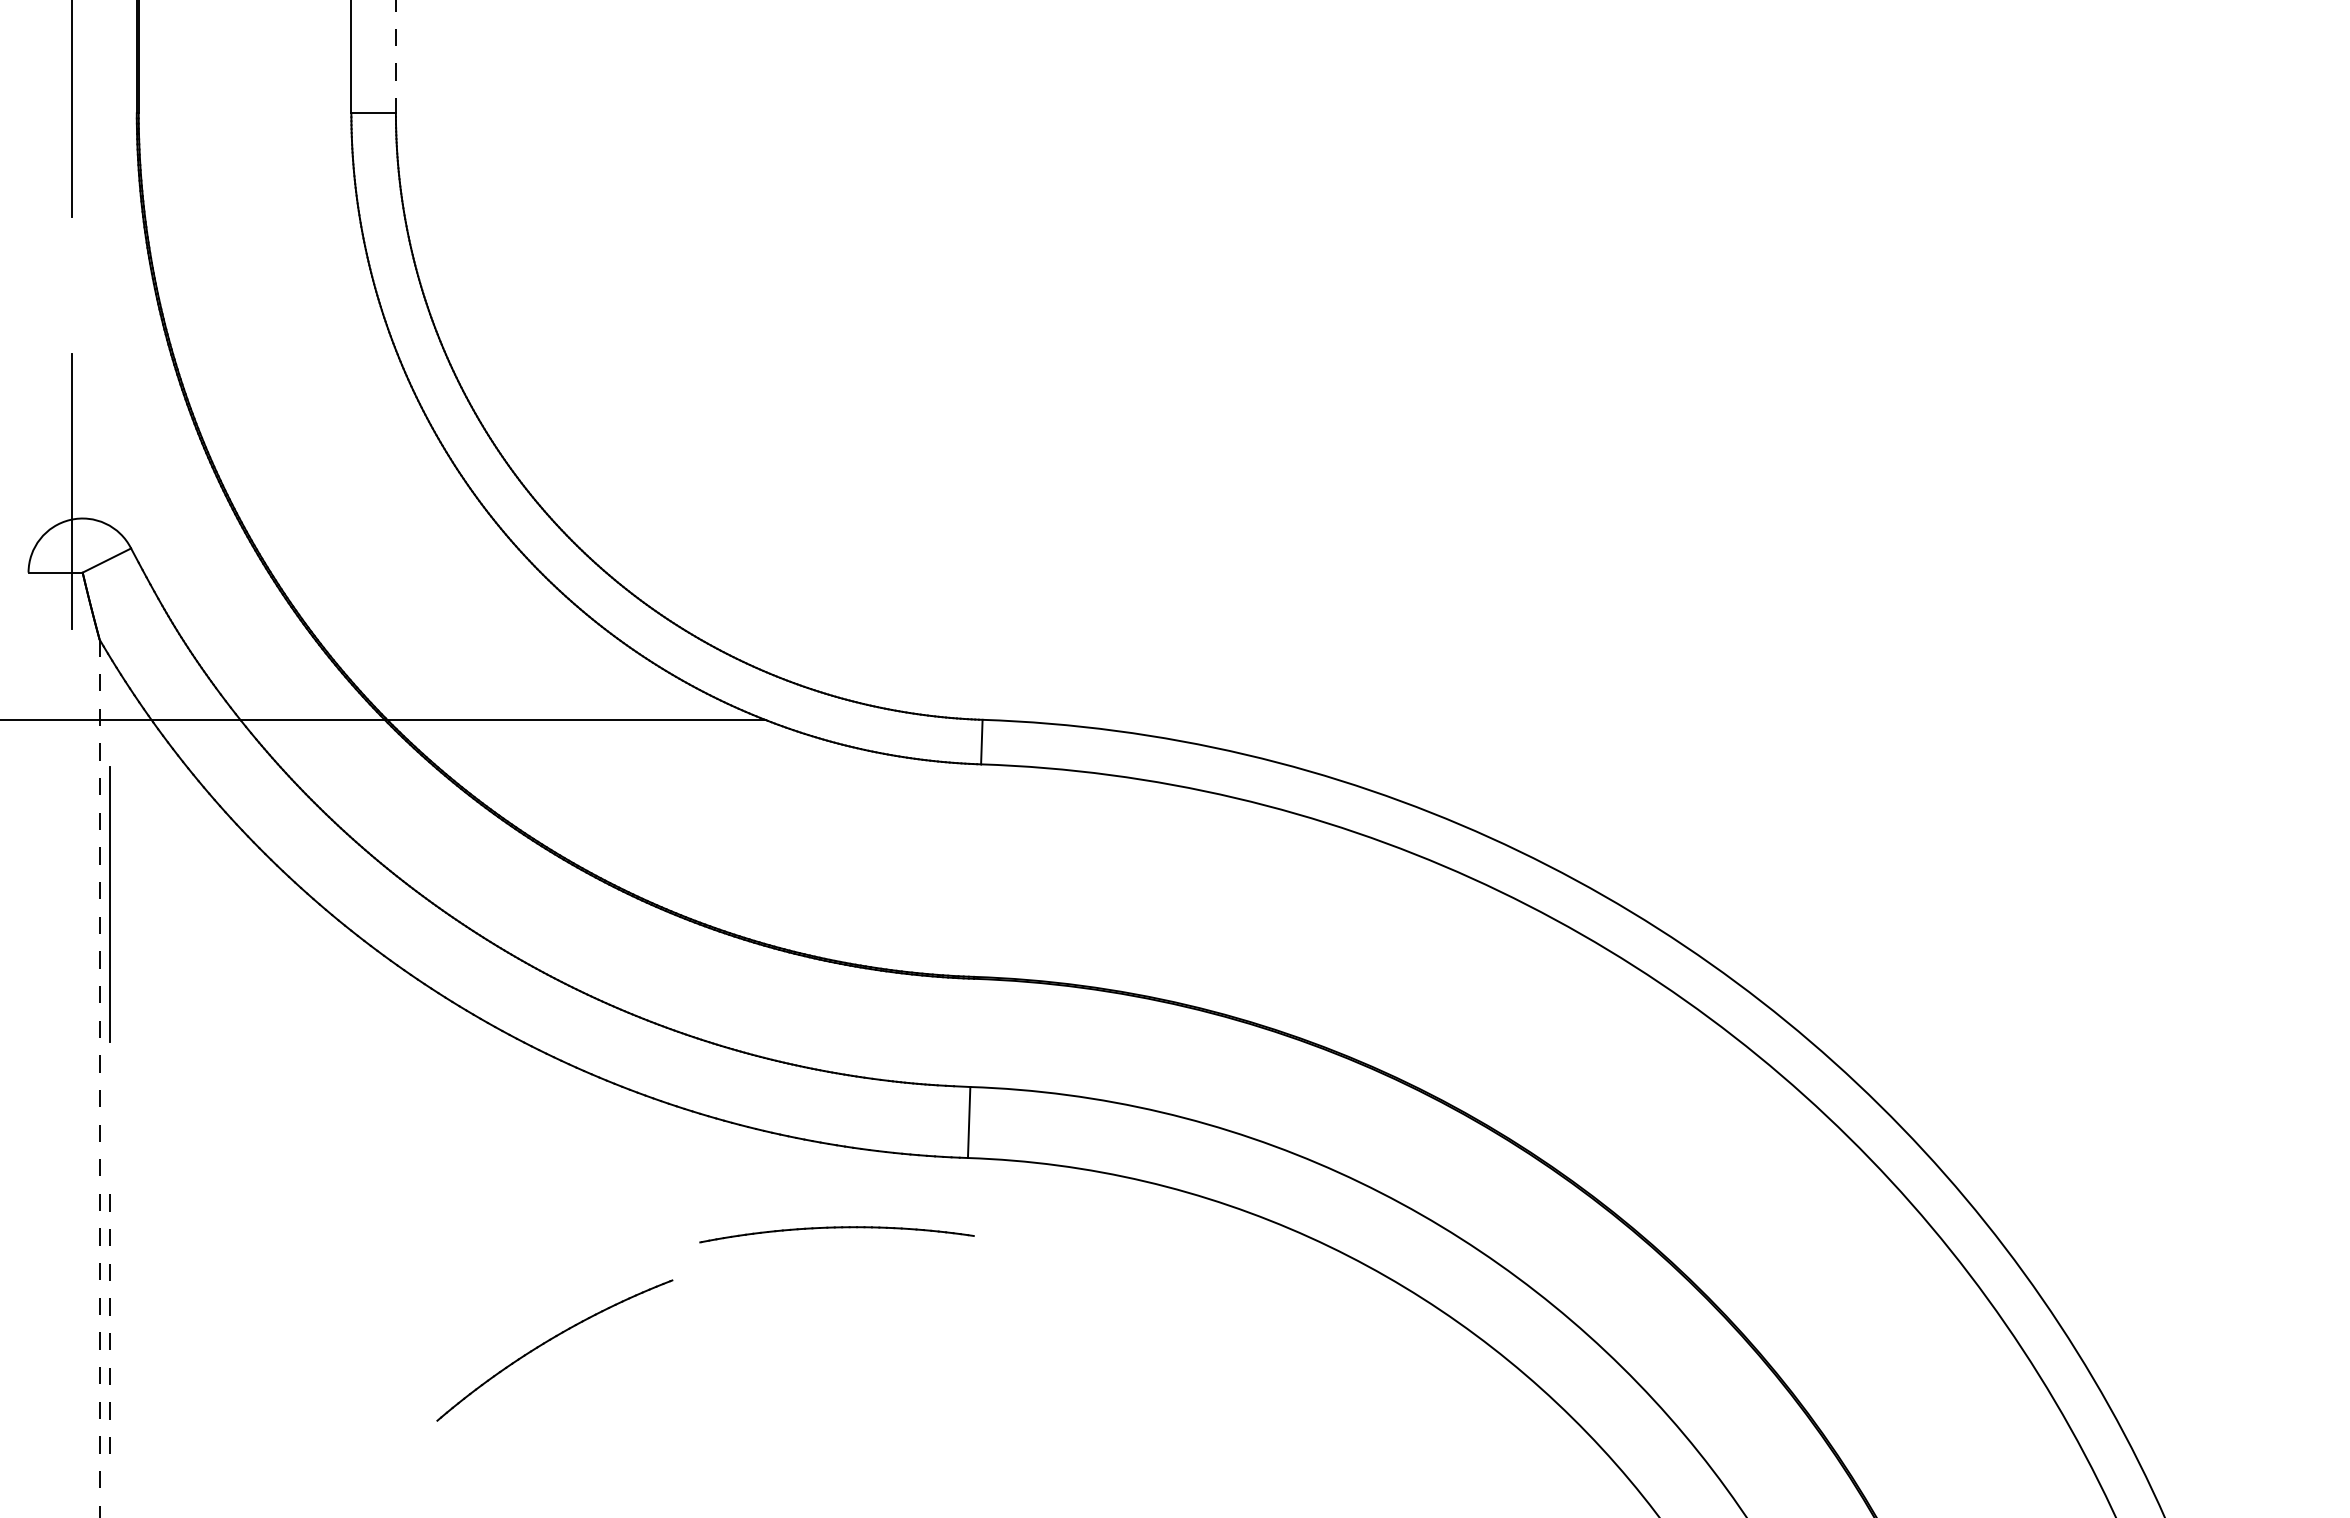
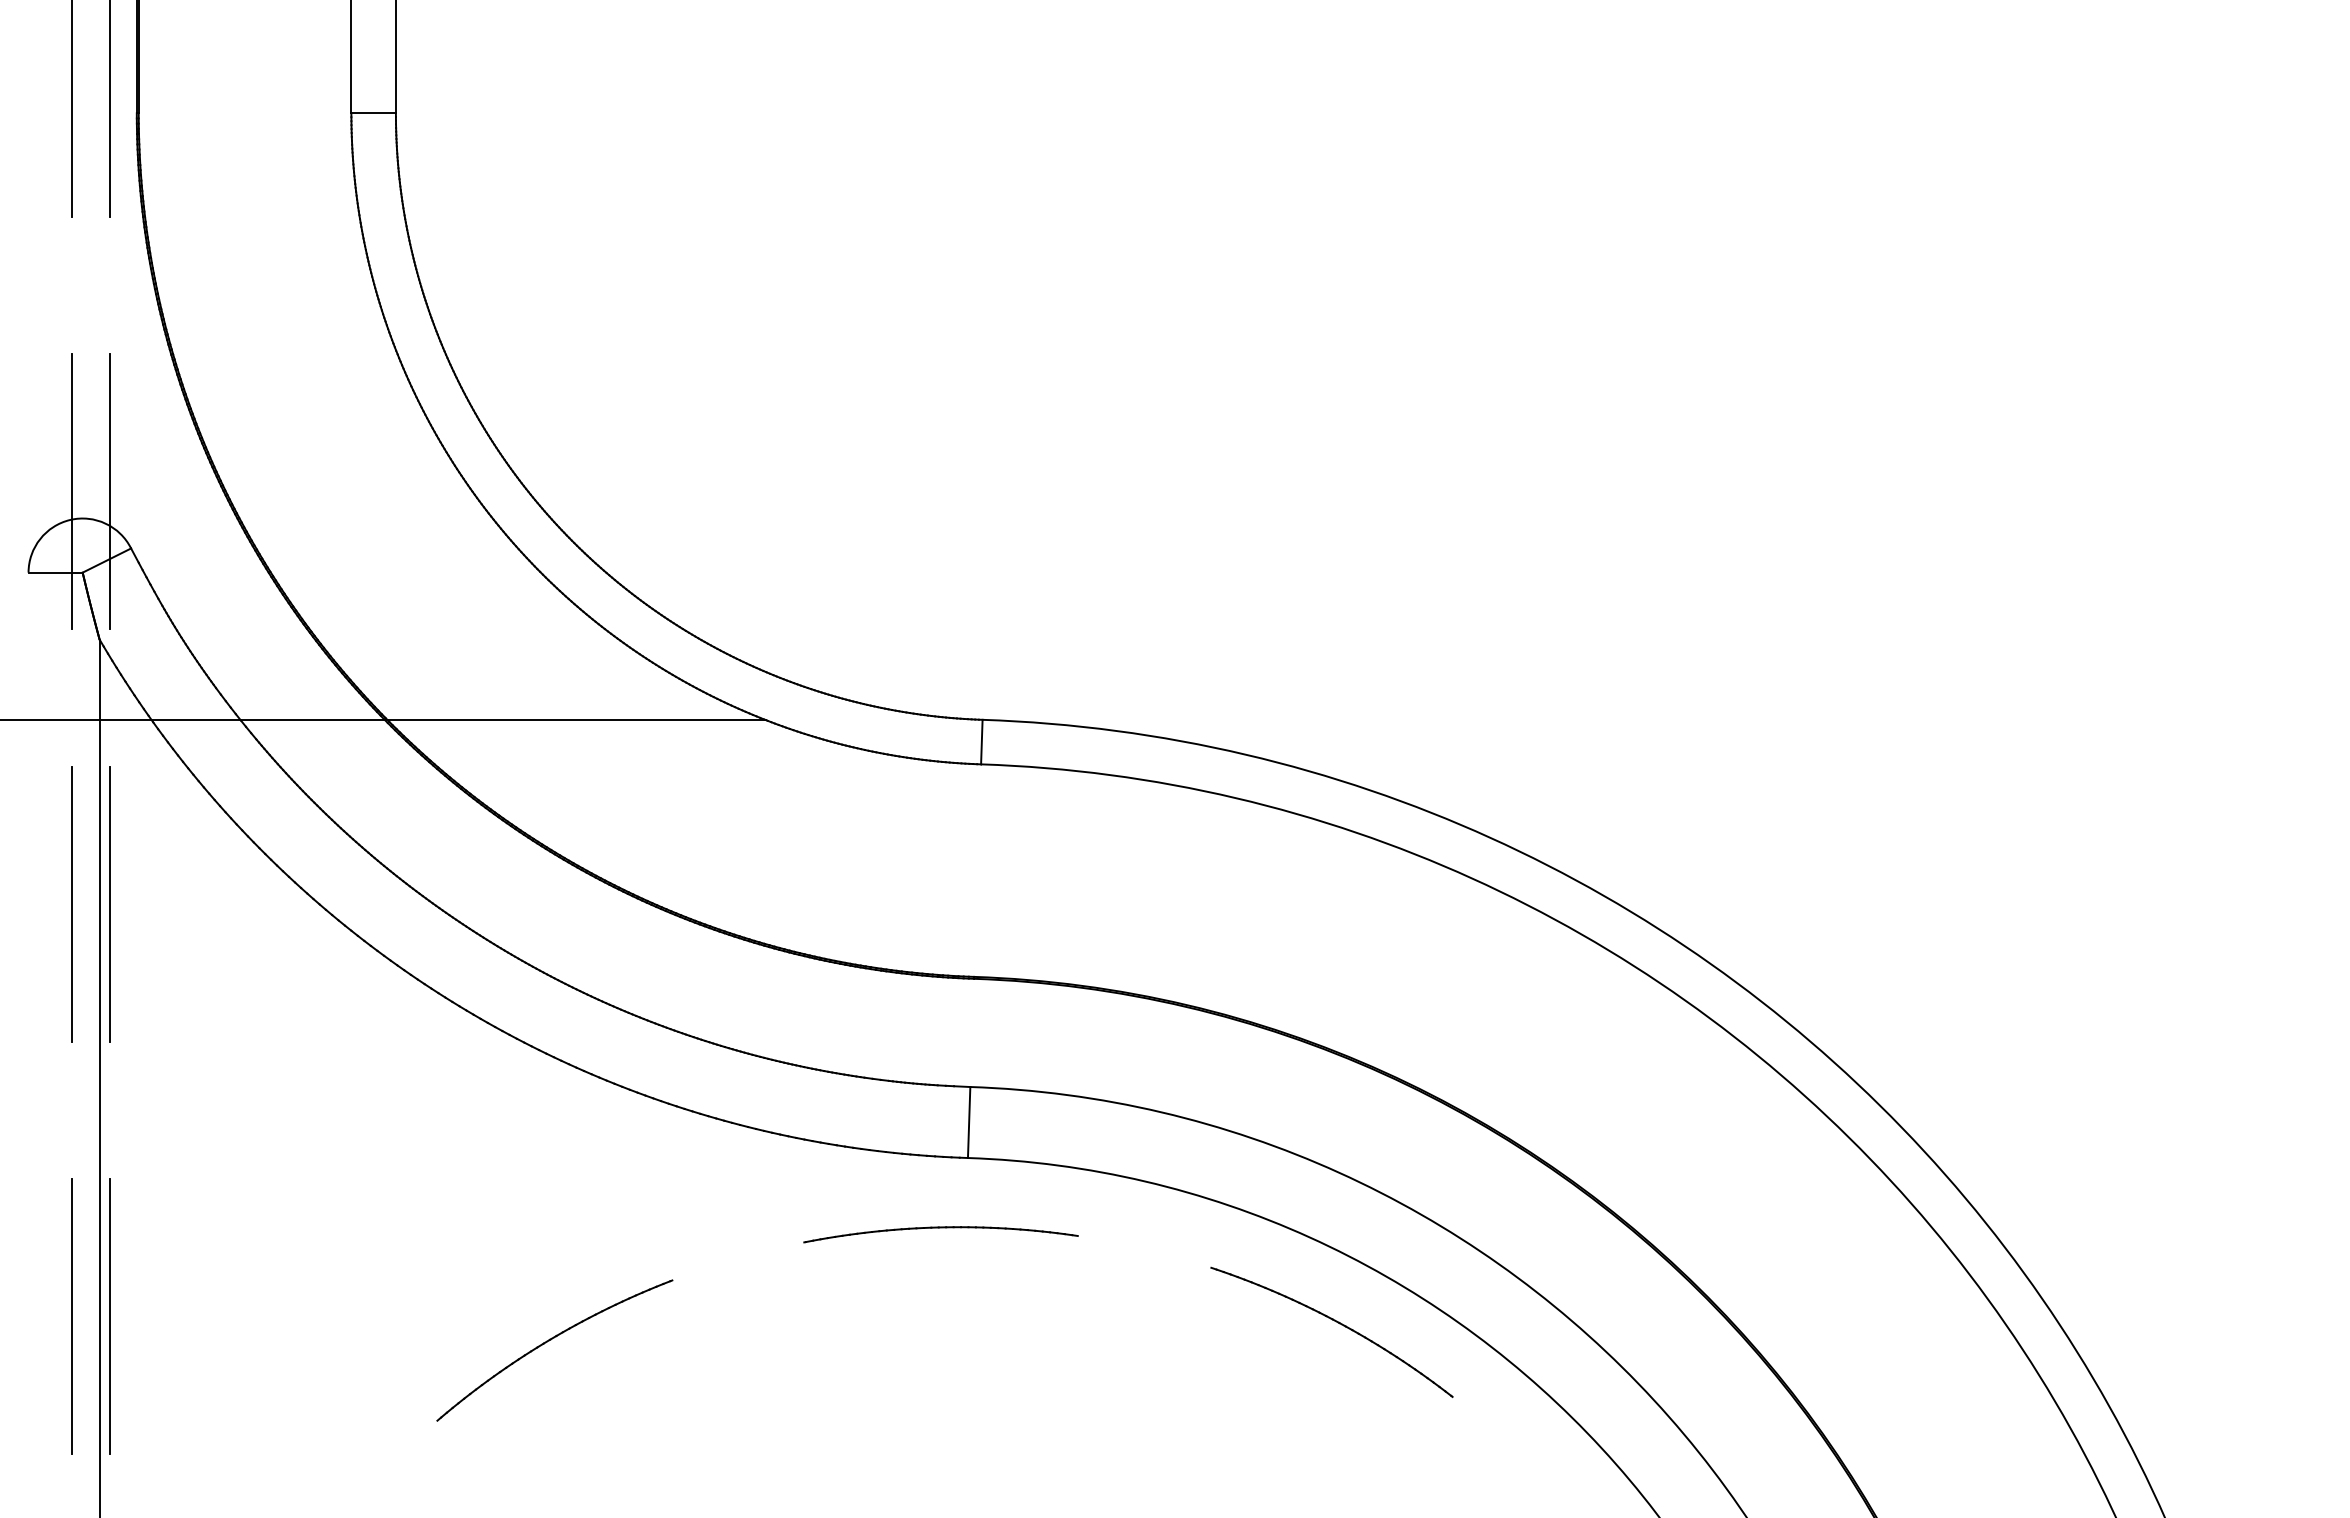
line at (395, 57): dashed -> solid
line at (110, 109): none -> present
line at (110, 491): none -> present
line at (71, 903): none -> present
line at (99, 1078): dashed -> solid
part at (836, 1234) position: (836, 1234) -> (940, 1234)
line at (71, 1316): none -> present
line at (110, 1316): dashed -> solid
part at (1336, 1322): none -> present
